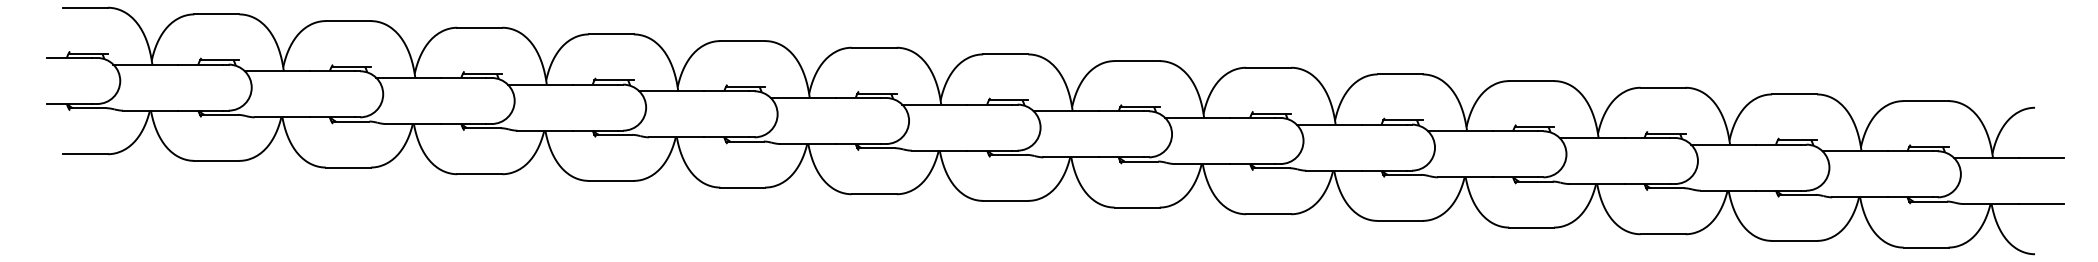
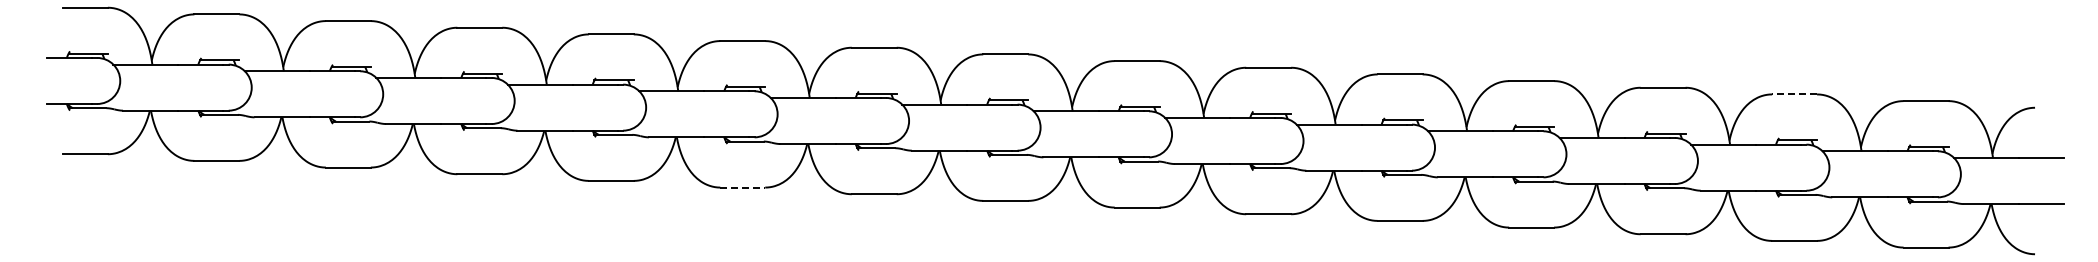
line at (1794, 94): solid -> dashed
line at (743, 187): solid -> dashed
